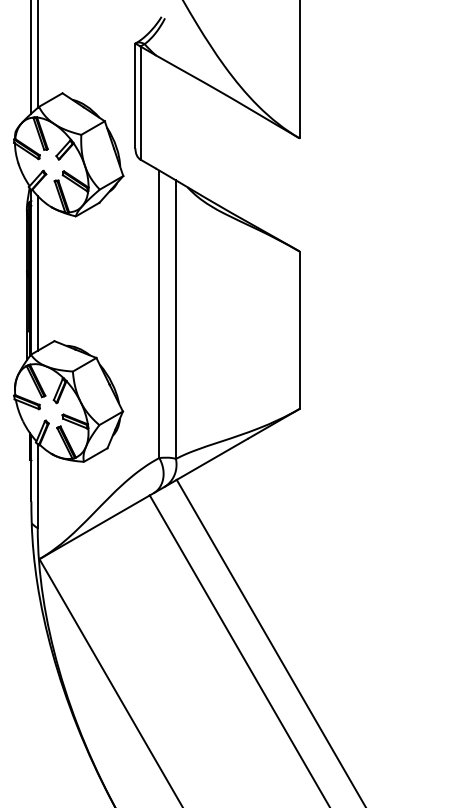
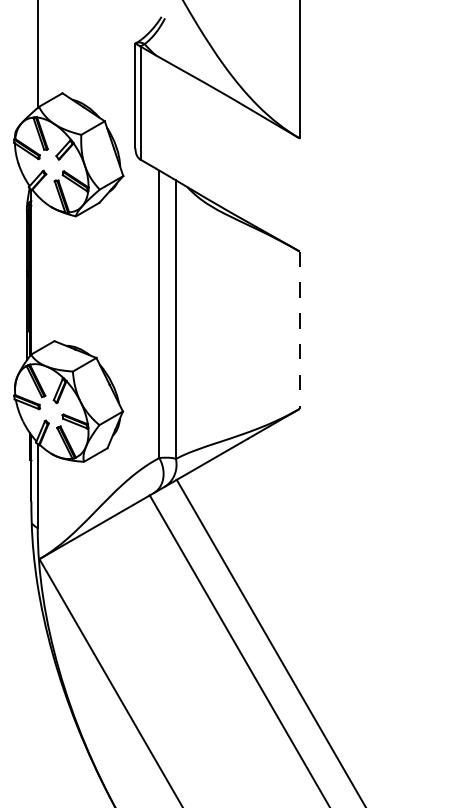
line at (31, 57): present -> none
line at (37, 273): present -> none
line at (299, 330): solid -> dashed
